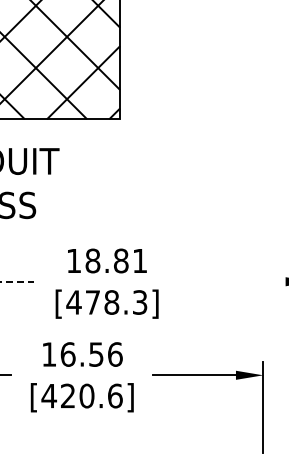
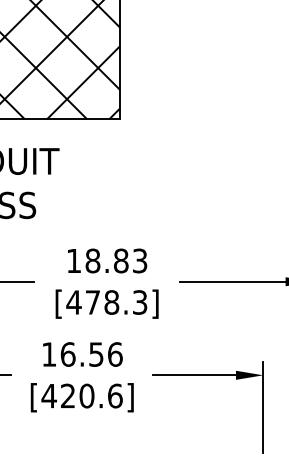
text at (140, 260): 18.81 -> 18.83
line at (17, 281): dashed -> solid
line at (232, 281): none -> present
